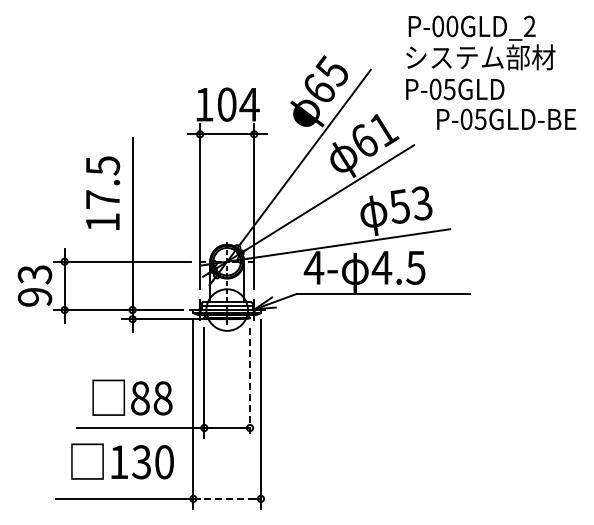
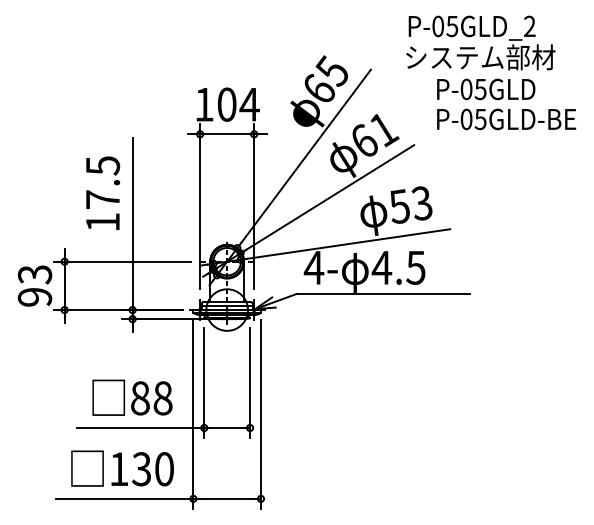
text at (452, 25): P-00GLD_2 -> P-05GLD_2
text at (455, 89) position: (455, 89) -> (486, 89)
line at (250, 383): dashed -> solid
text at (122, 461) position: (122, 461) -> (122, 468)
line at (227, 498): dashed -> solid
